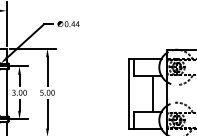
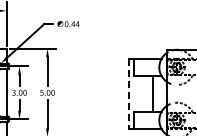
line at (128, 94): solid -> dashed
